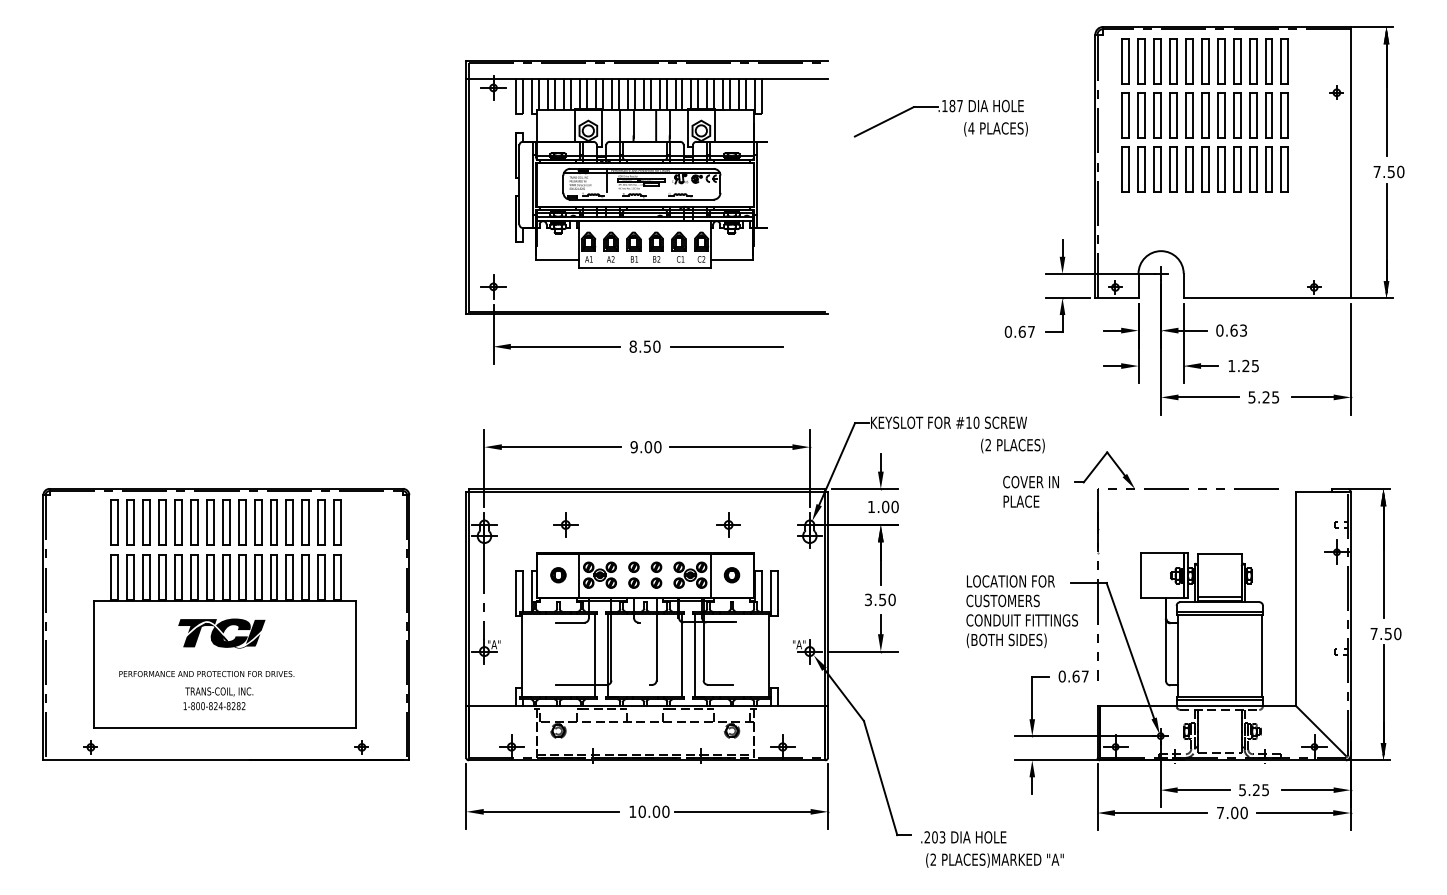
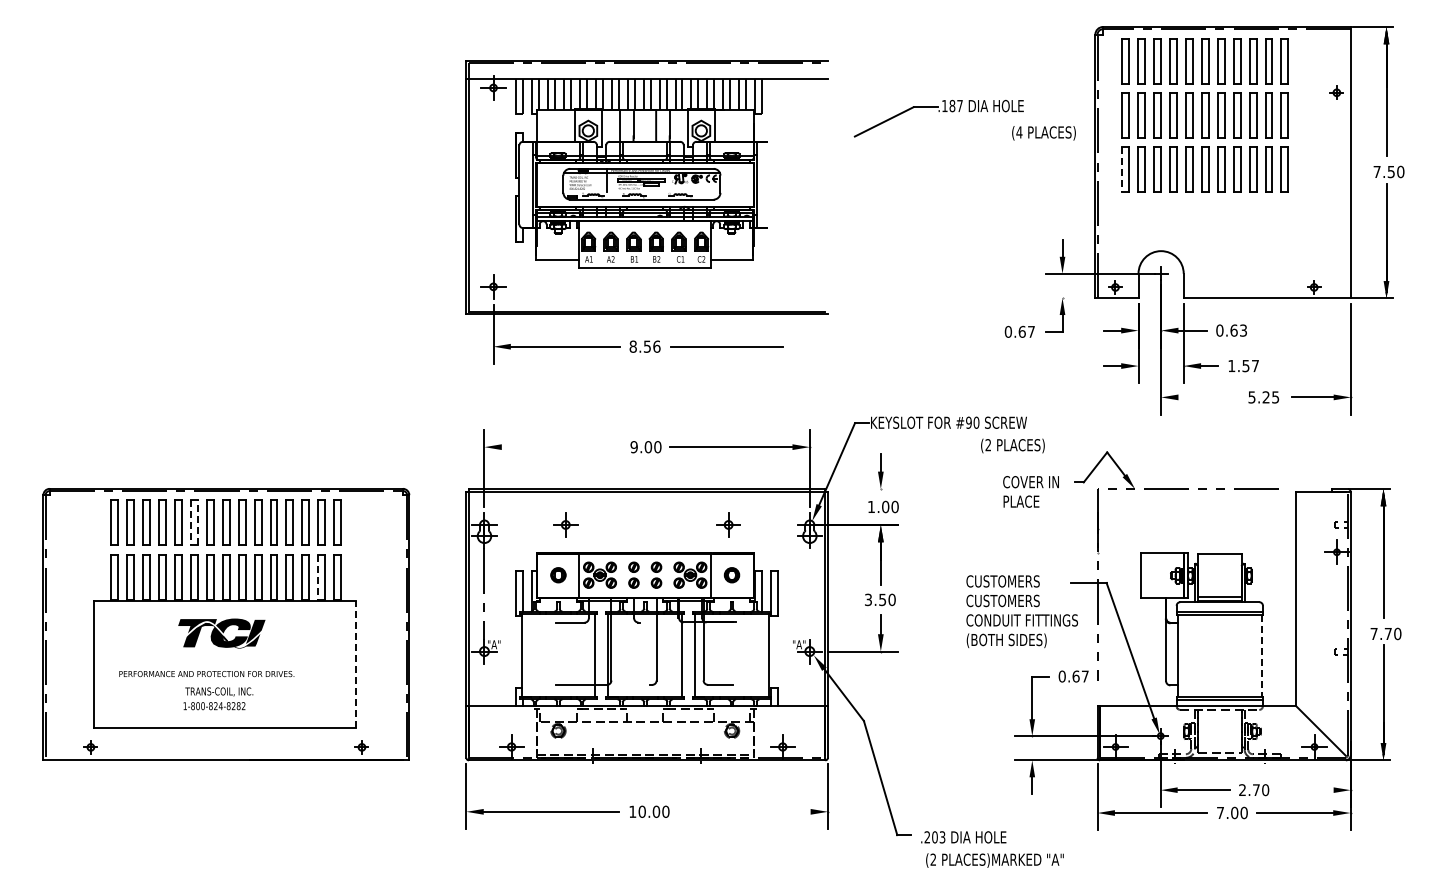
text at (995, 129) position: (995, 129) -> (1043, 133)
line at (1122, 169): solid -> dashed
line at (1067, 298): present -> none
text at (656, 346): 8.50 -> 8.56
text at (1250, 365): 1.25 -> 1.57
line at (1208, 397): present -> none
text at (968, 422): #10 -> #90
line at (560, 447): present -> none
line at (864, 489): present -> none
line at (191, 522): solid -> dashed
line at (197, 522): solid -> dashed
line at (318, 577): solid -> dashed
text at (1010, 581): LOCATION FOR -> CUSTOMERS
text at (1387, 634): 7.50 -> 7.70
line at (1262, 656): solid -> dashed
line at (355, 664): solid -> dashed
text at (1254, 790): 5.25 -> 2.70
line at (1307, 790): present -> none
line at (742, 811): present -> none
